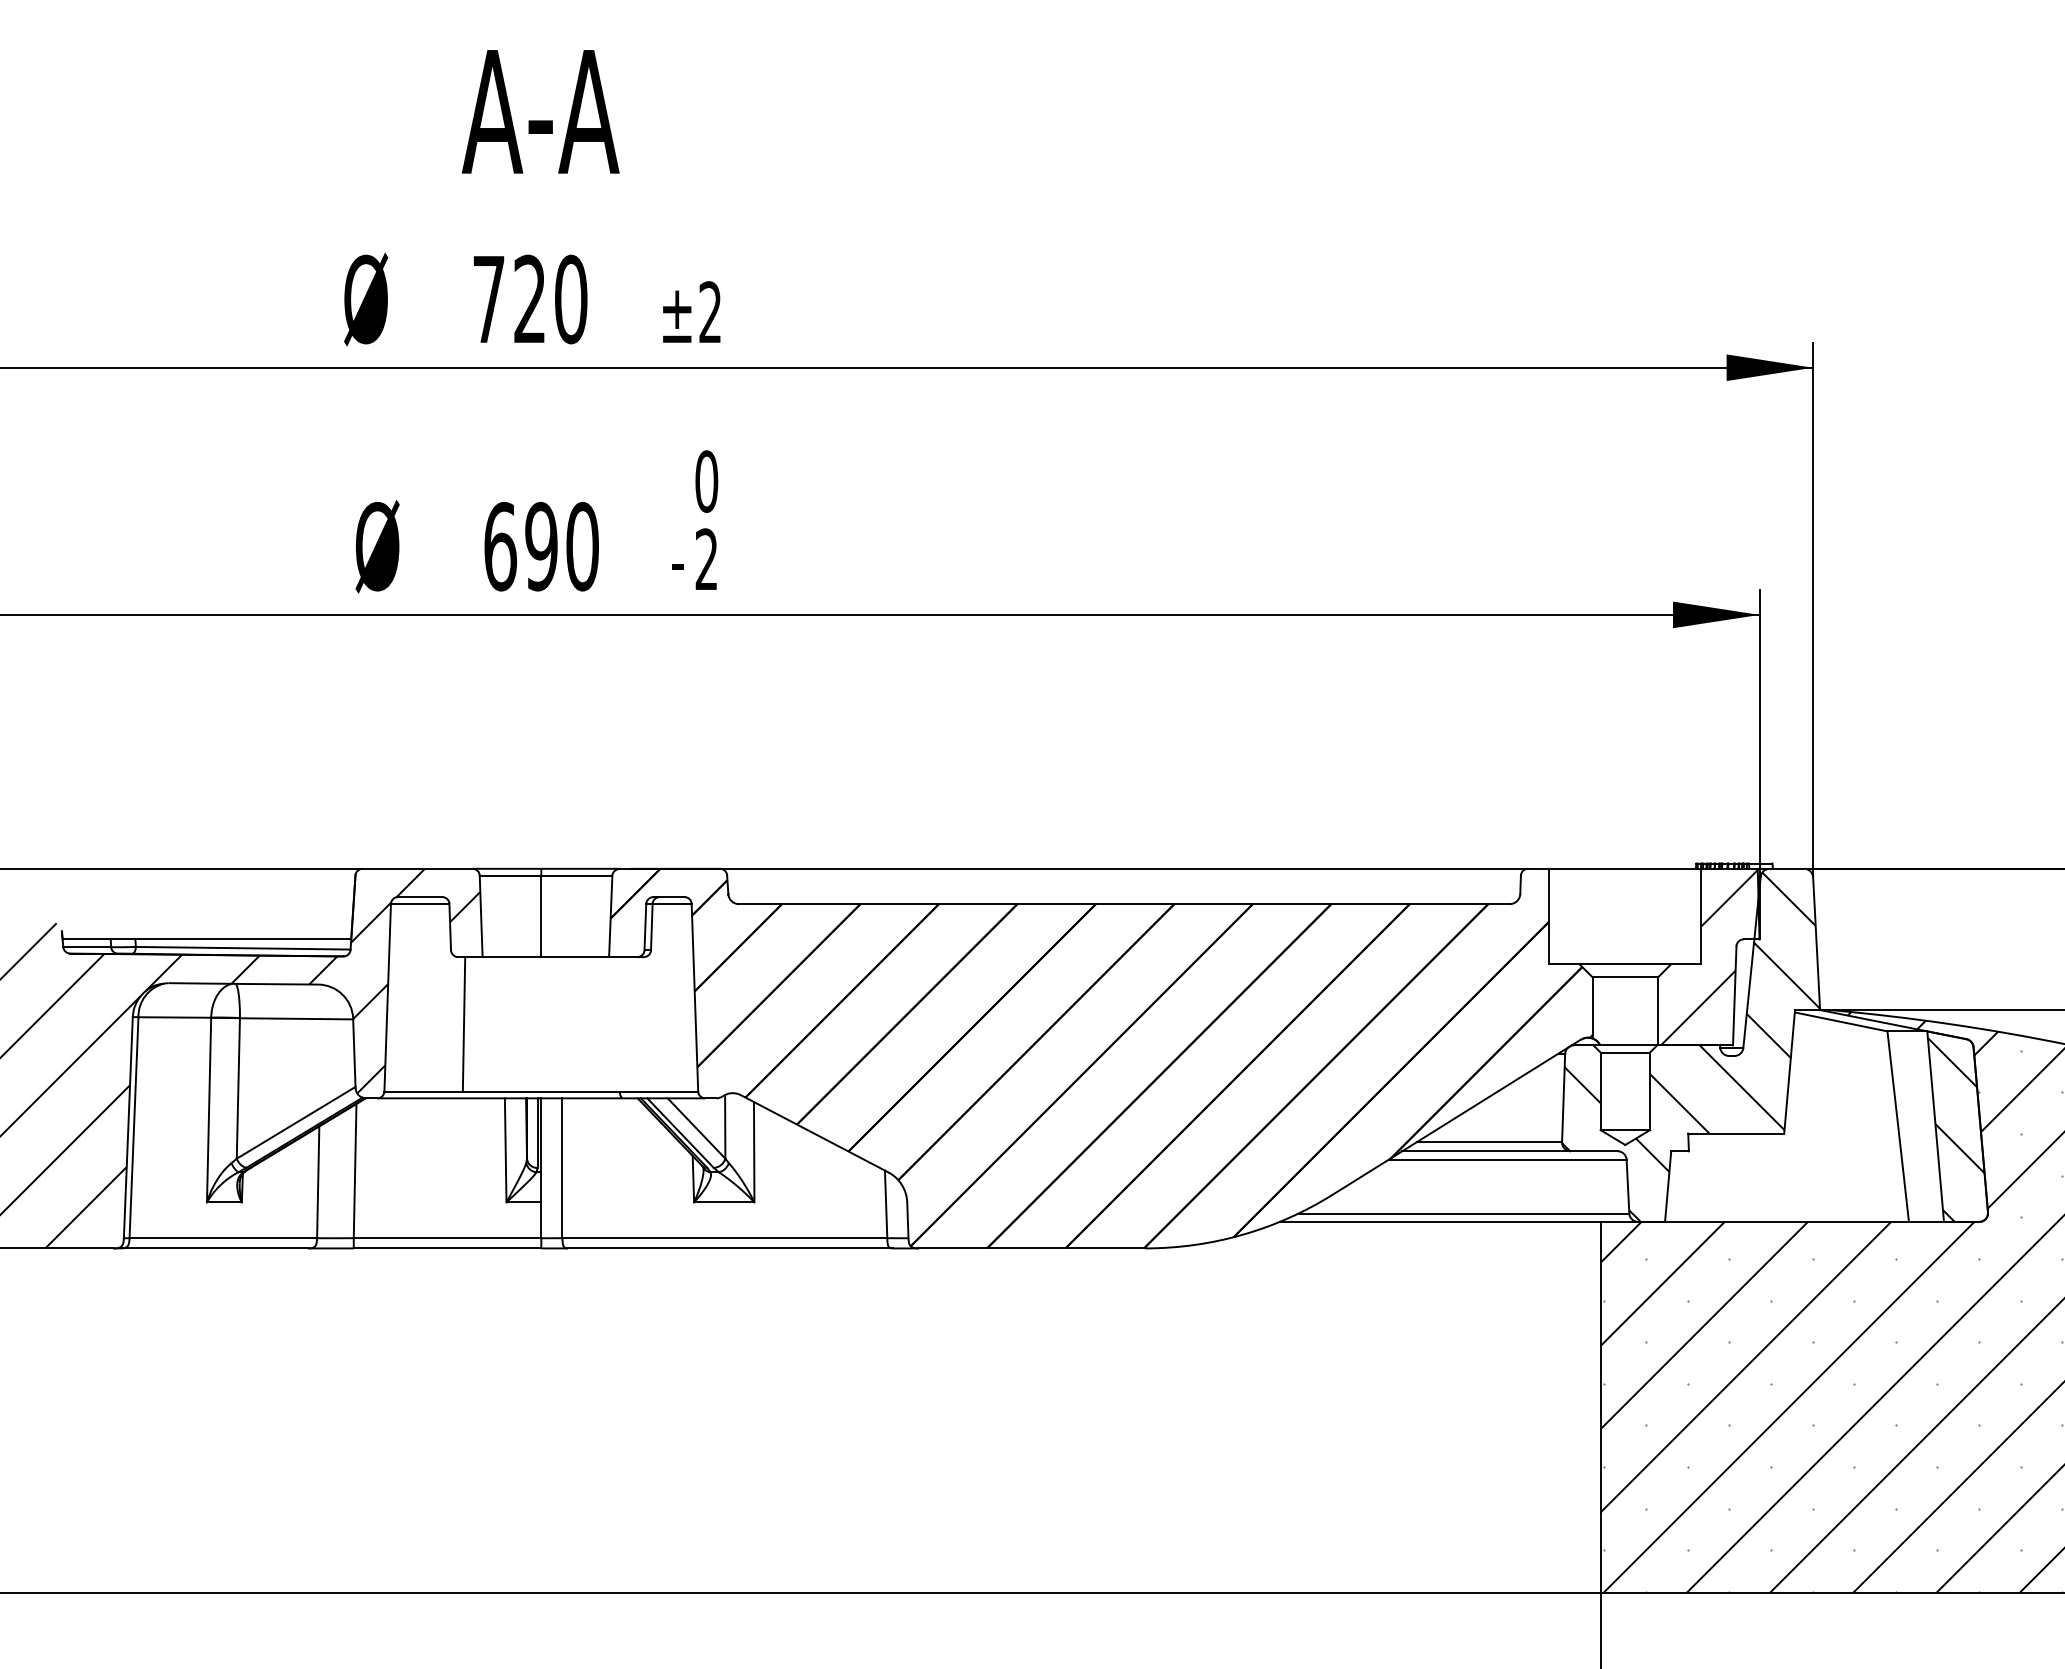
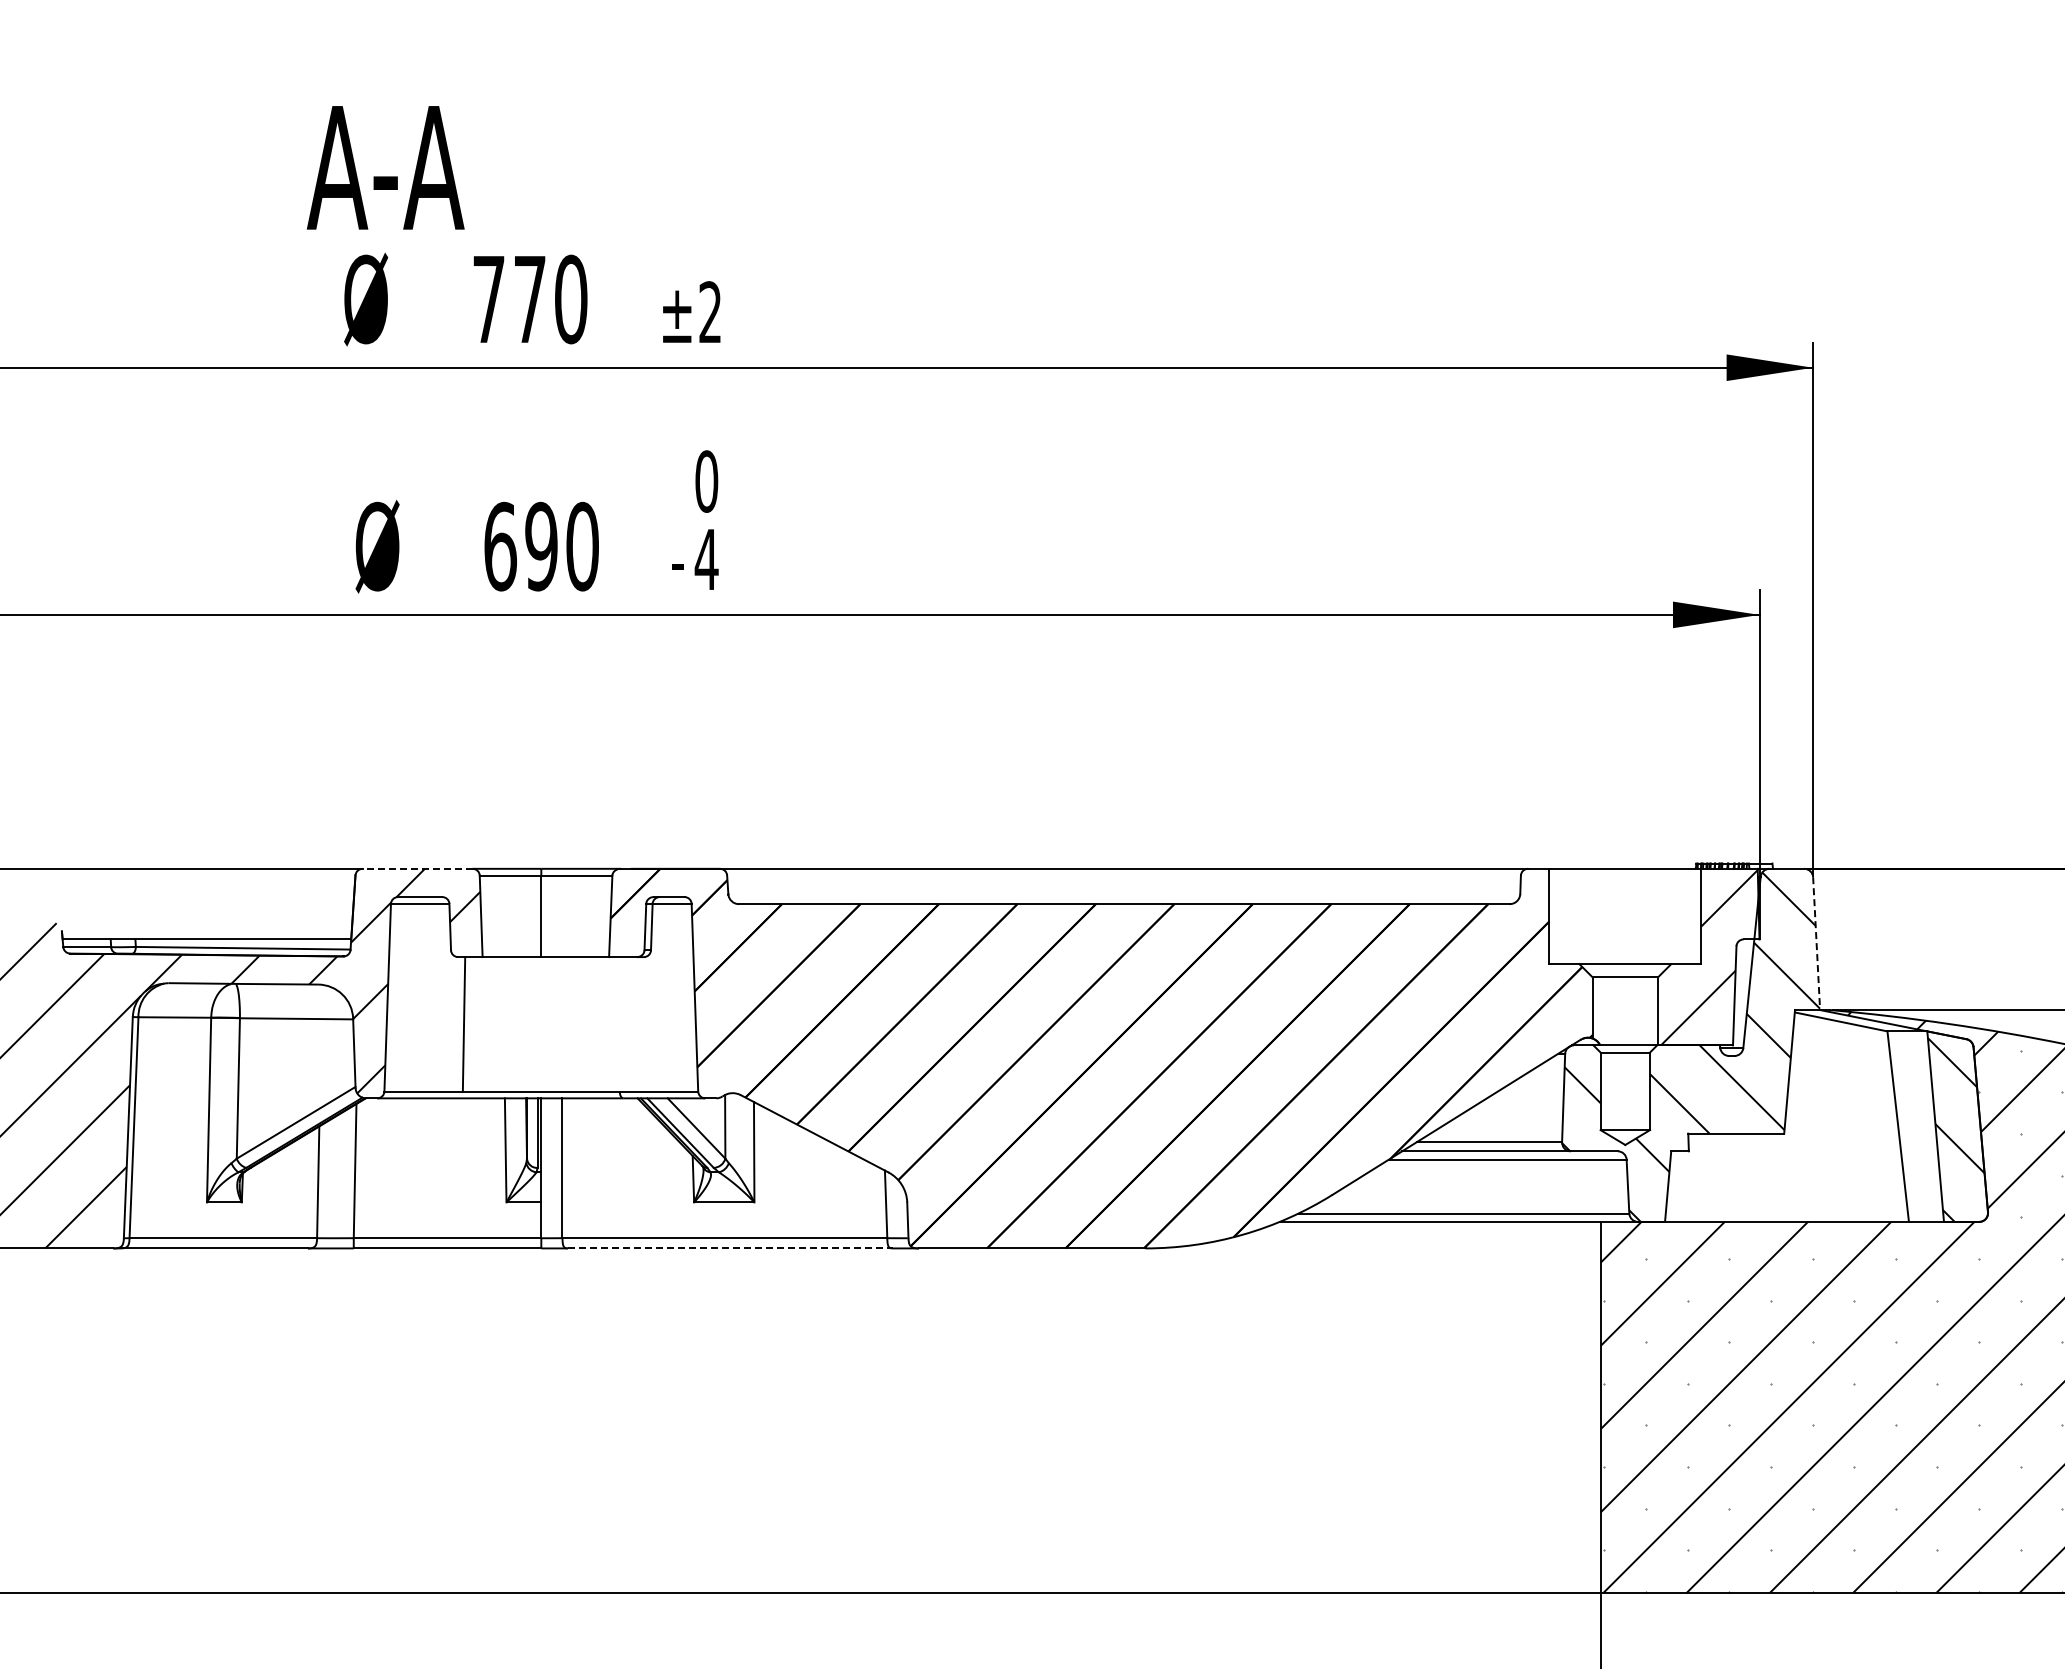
text at (540, 111) position: (540, 111) -> (385, 167)
text at (529, 298): 720 -> 770
text at (706, 558): 2 -> 4
line at (417, 868): solid -> dashed
line at (1816, 943): solid -> dashed
line at (730, 1248): solid -> dashed
